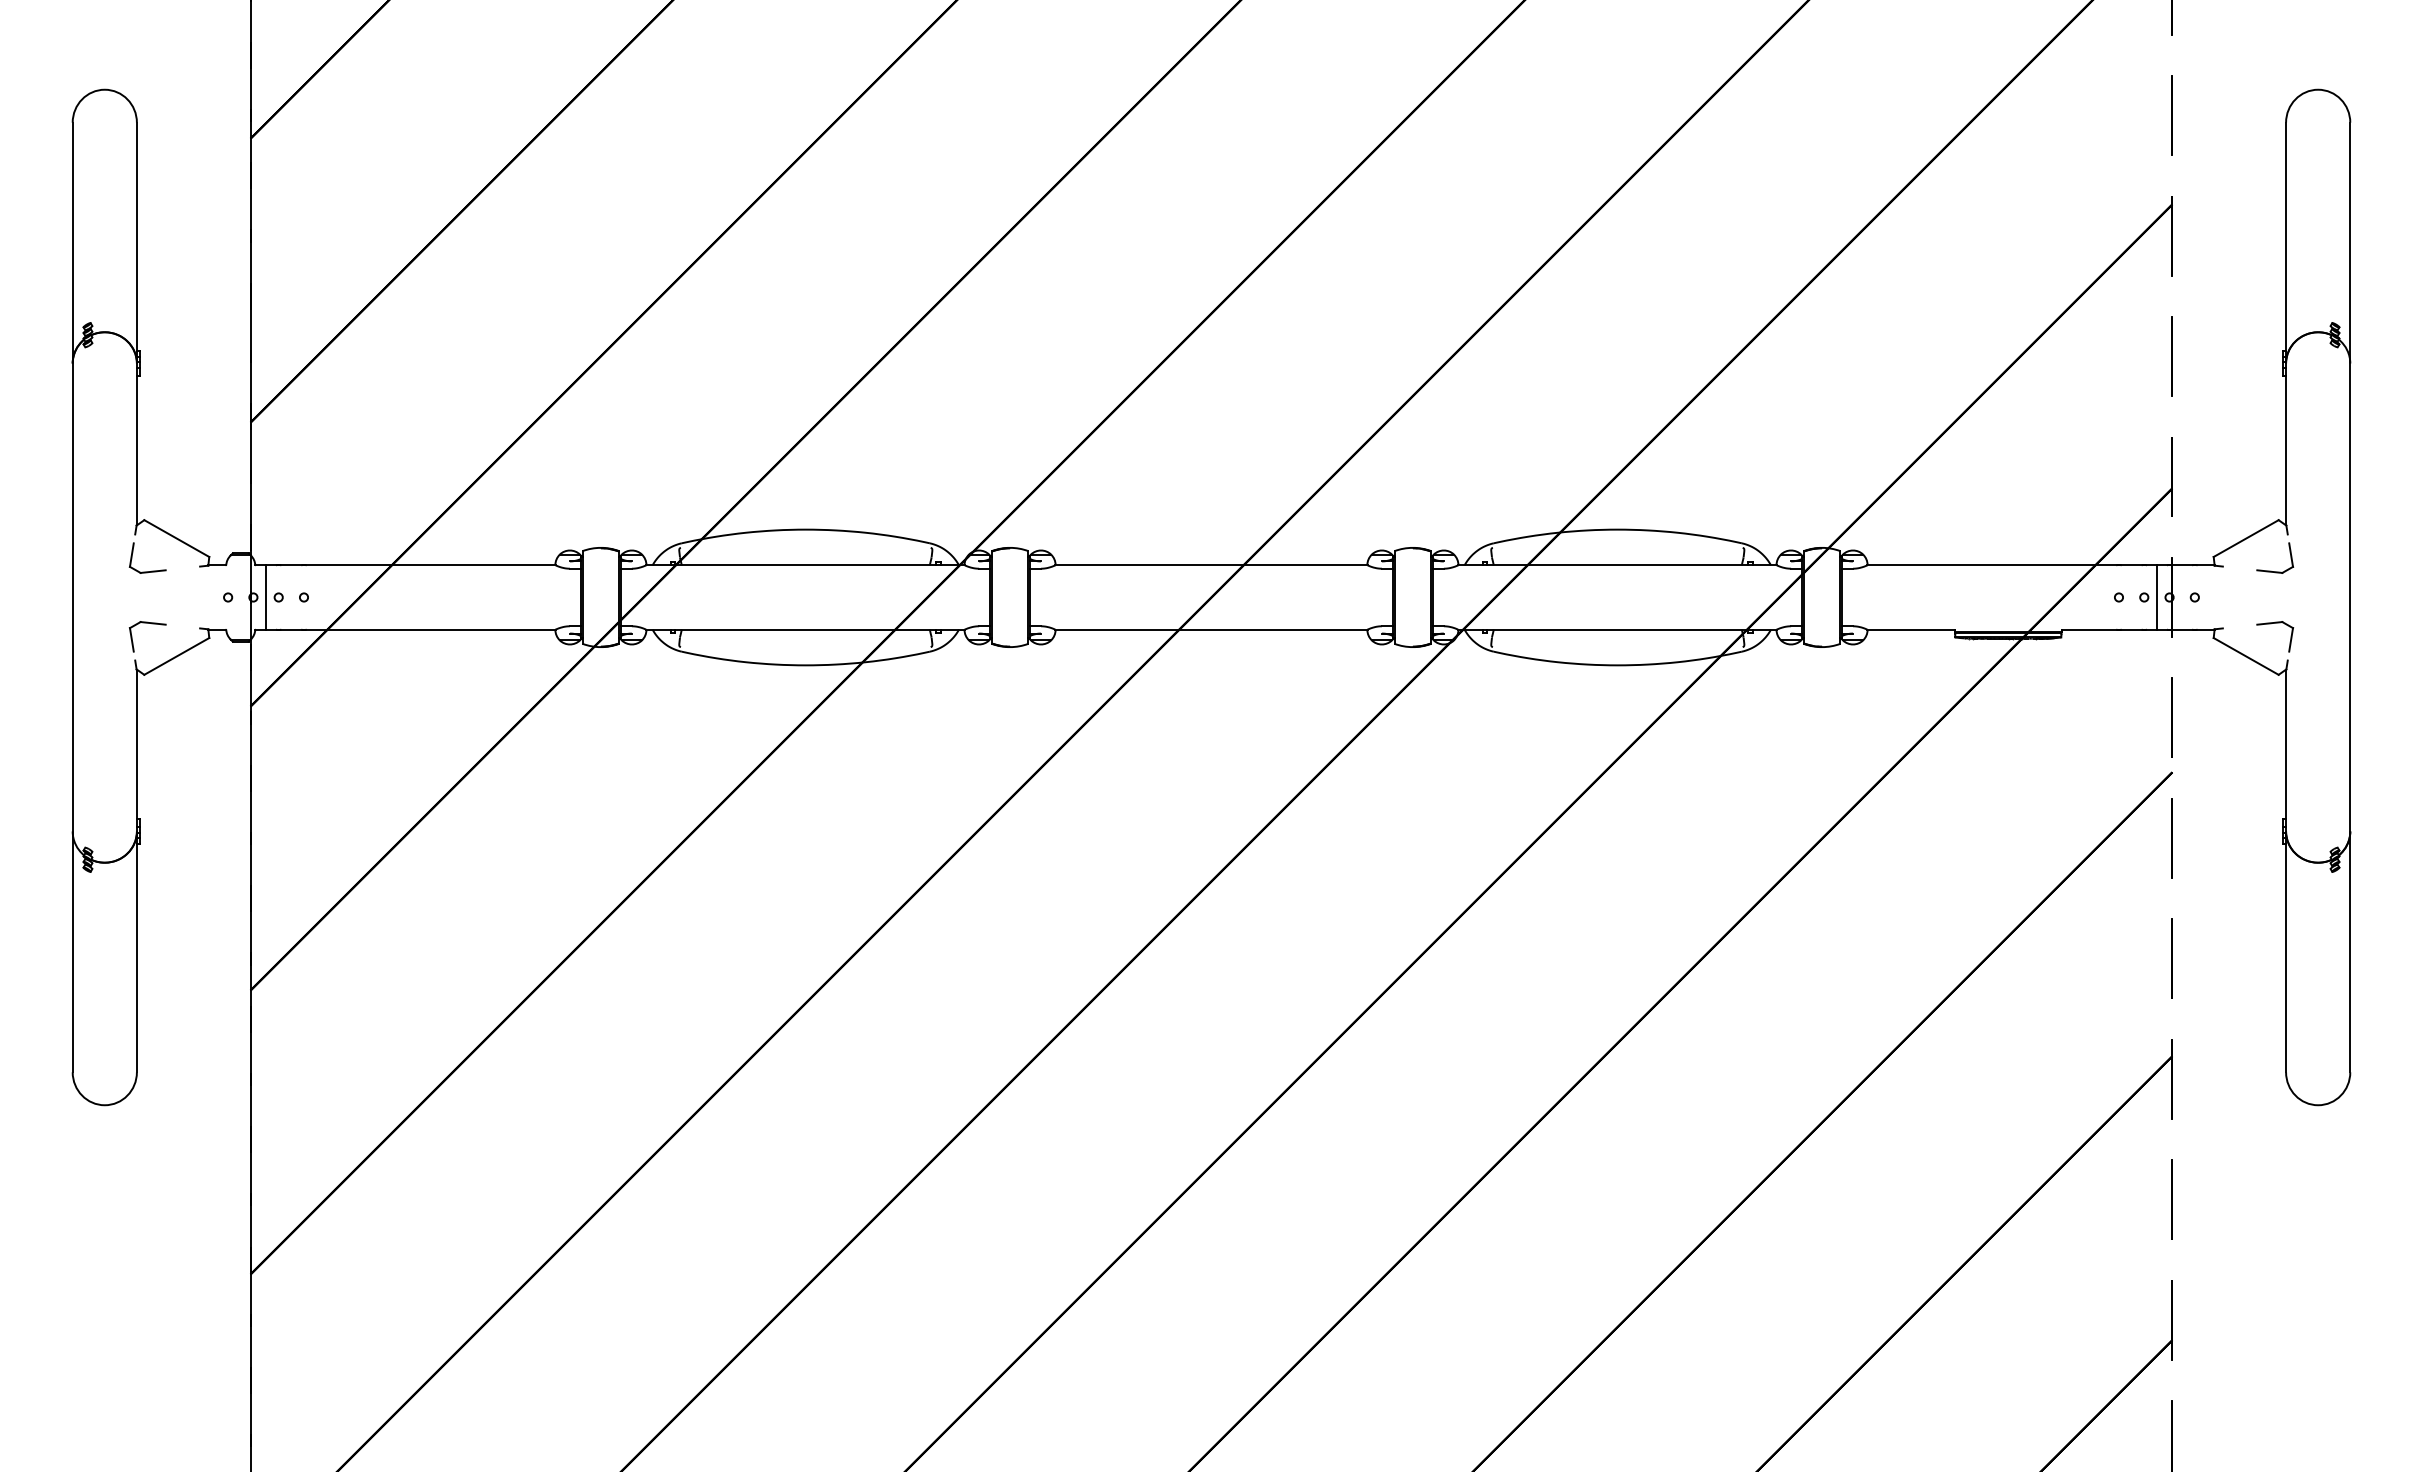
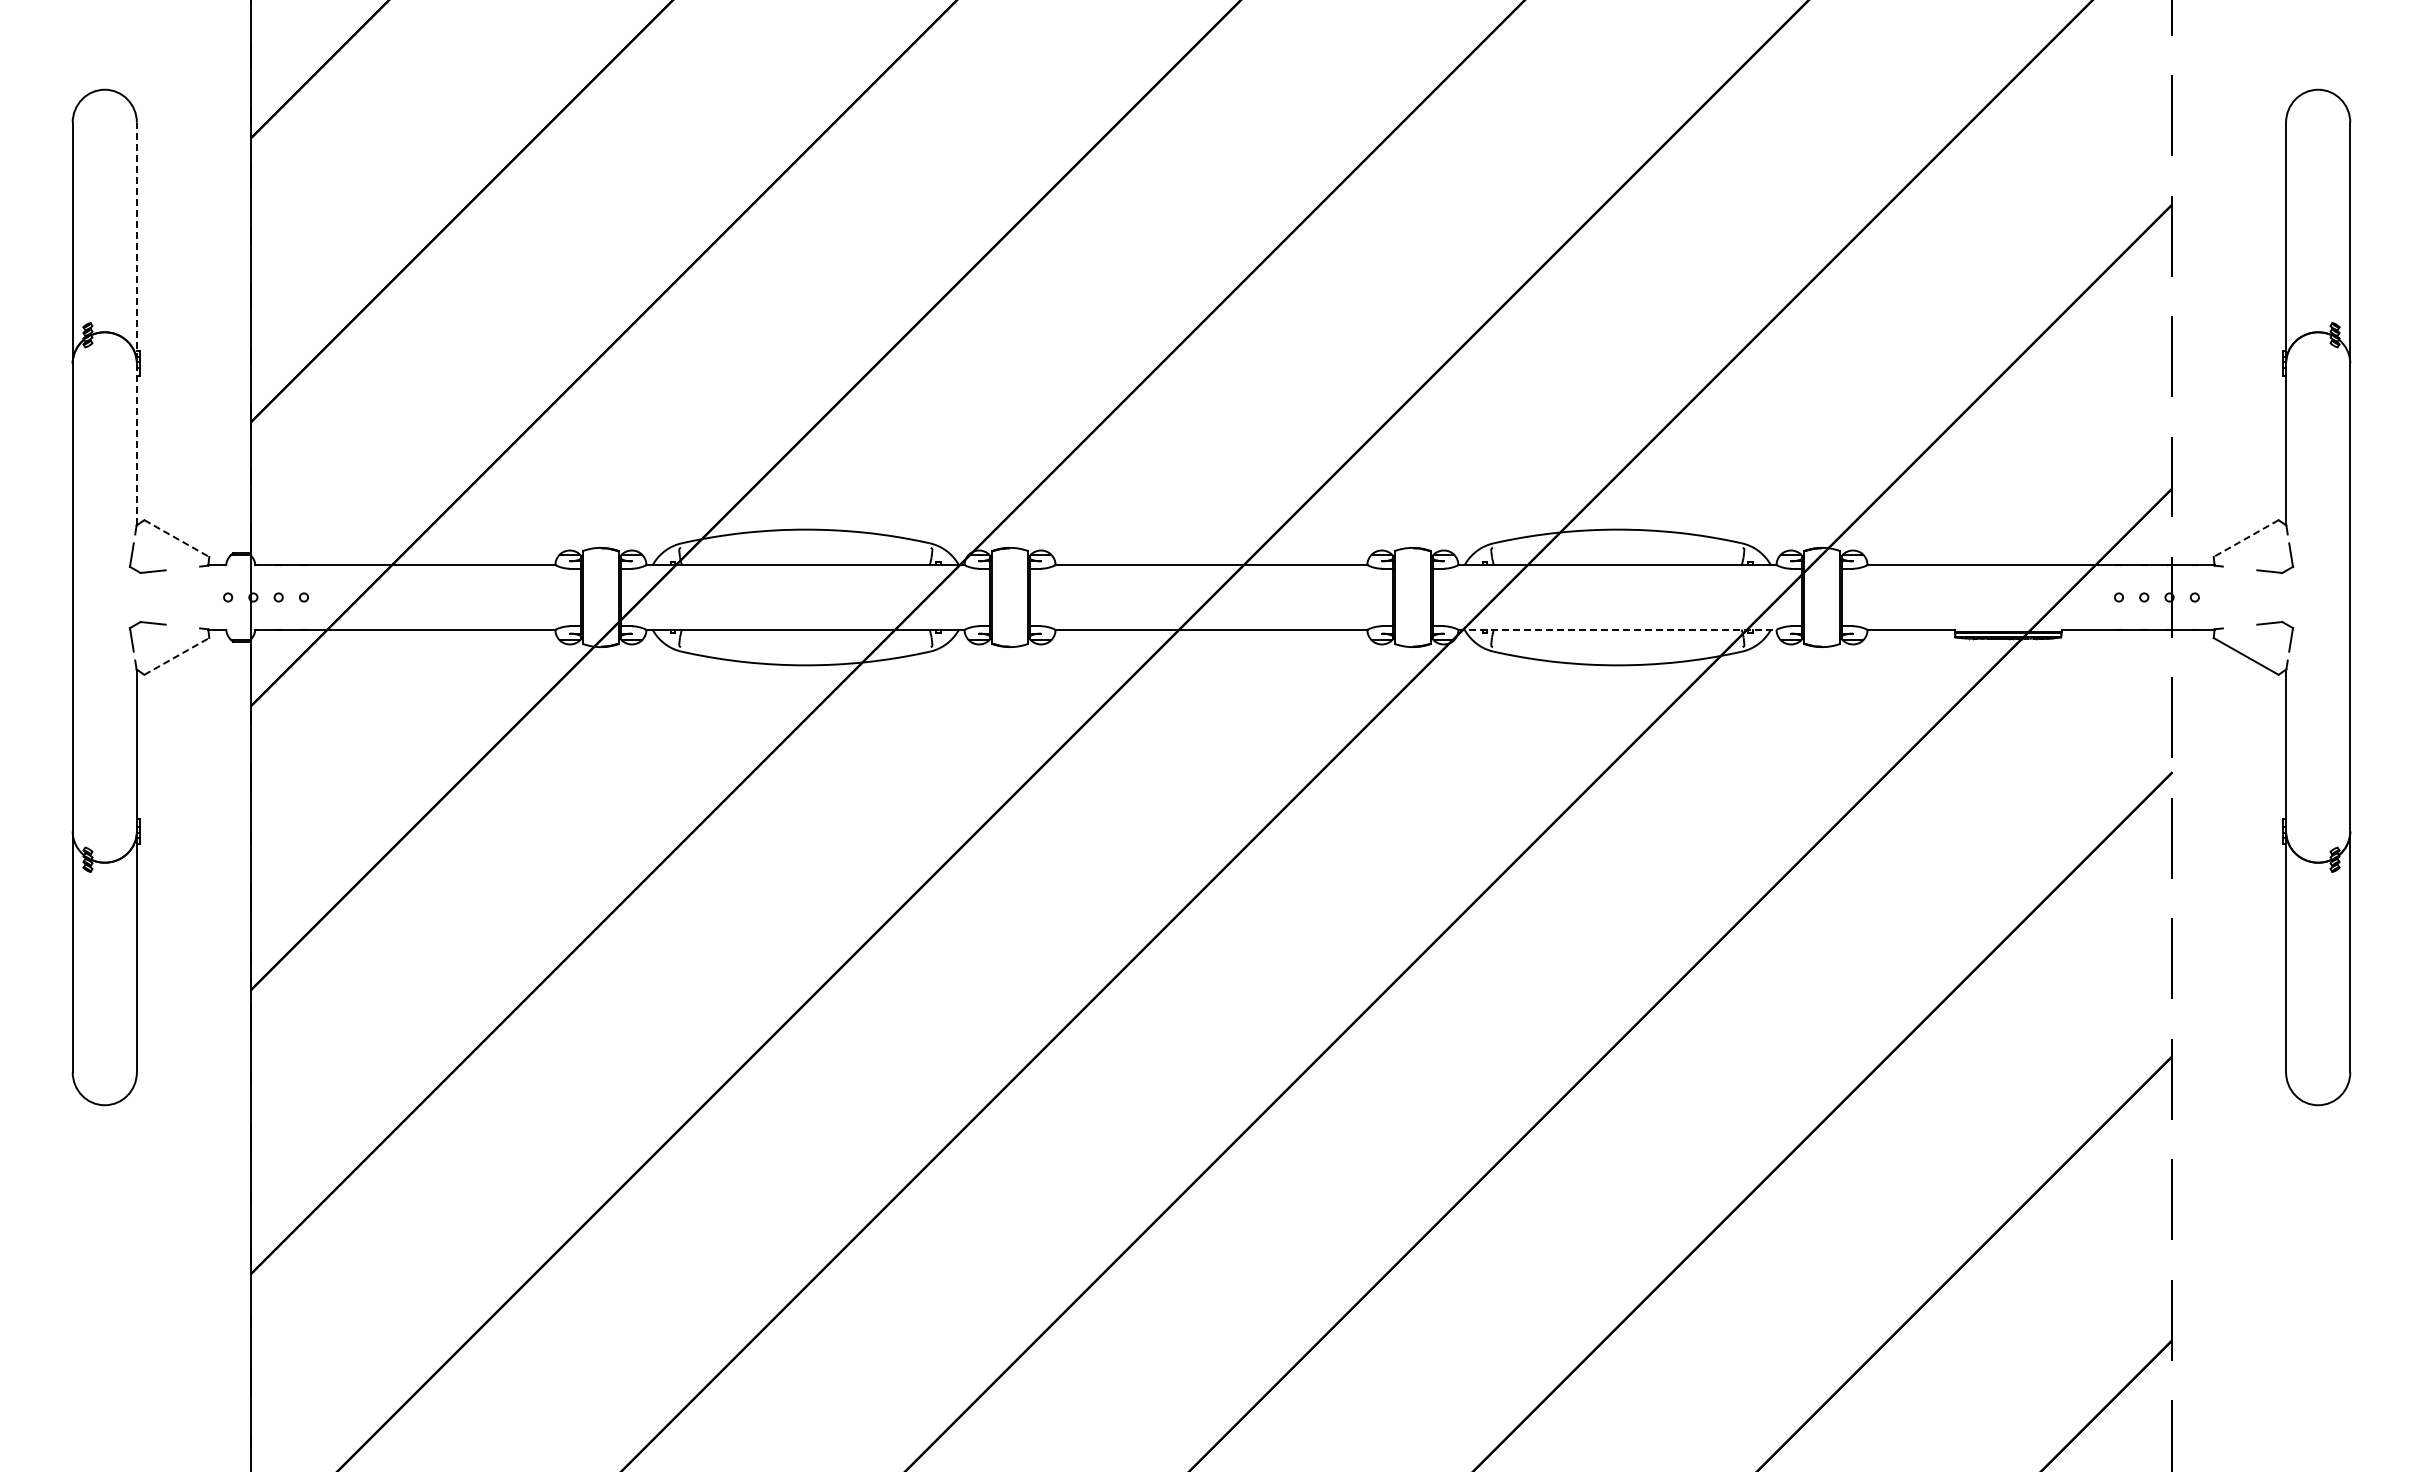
line at (136, 323): solid -> dashed
line at (177, 538): solid -> dashed
line at (2245, 538): solid -> dashed
line at (266, 597): present -> none
line at (2156, 597): present -> none
line at (1617, 629): solid -> dashed
line at (177, 656): solid -> dashed
